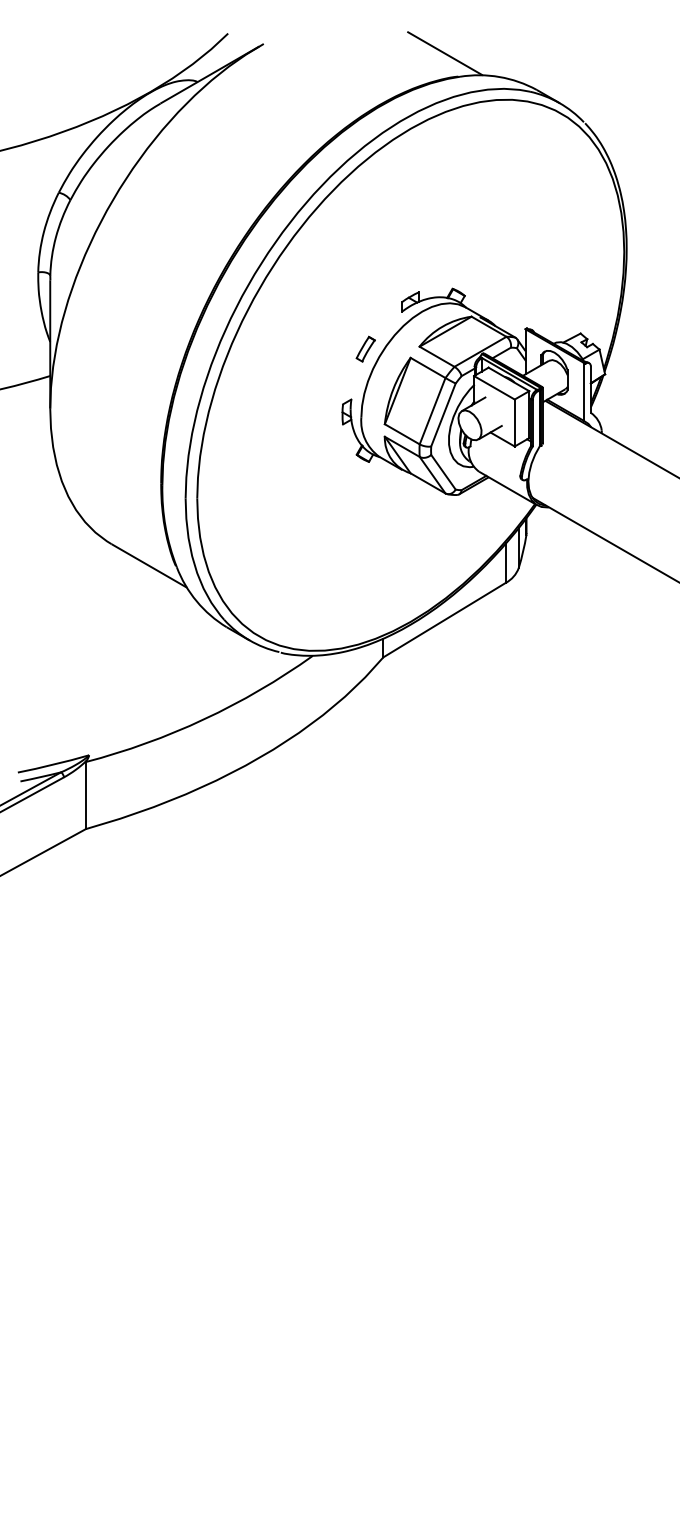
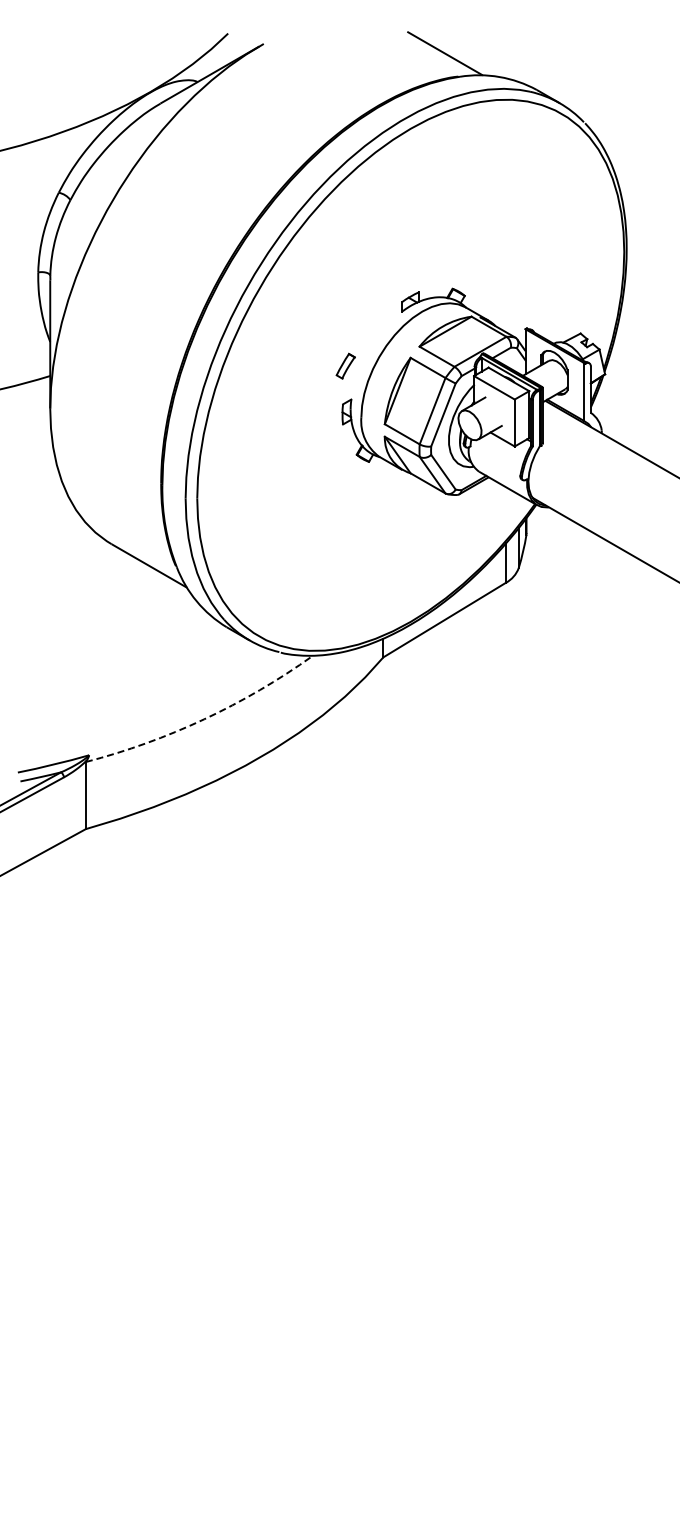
part at (365, 348) position: (365, 348) -> (345, 365)
arc at (204, 719): solid -> dashed
